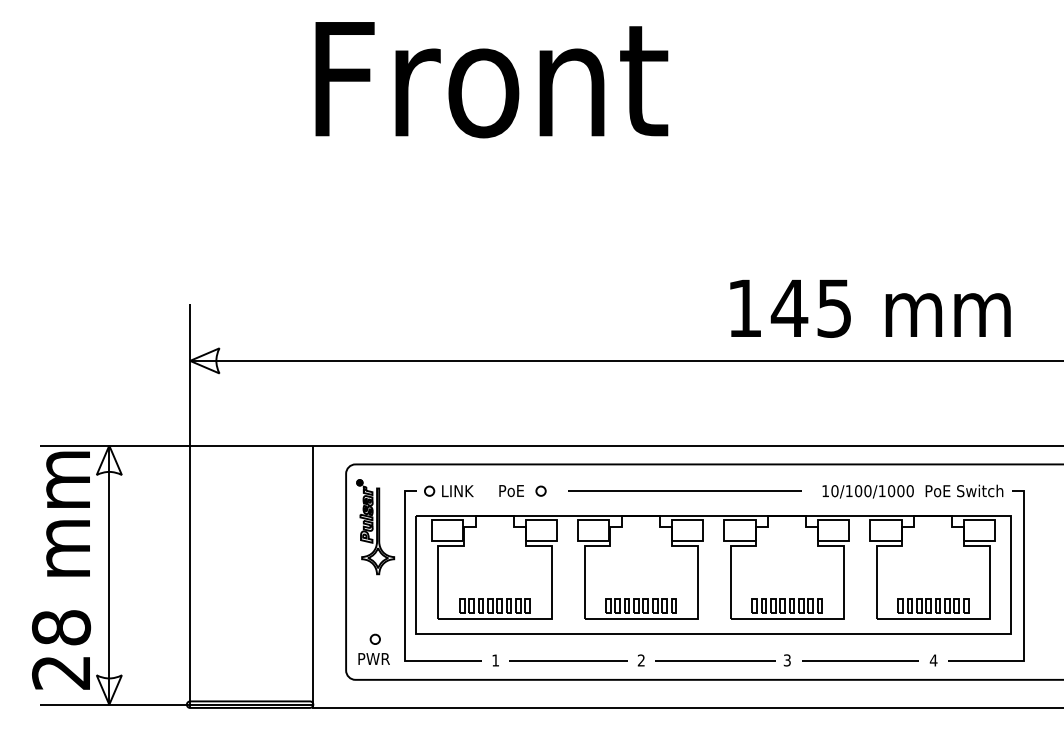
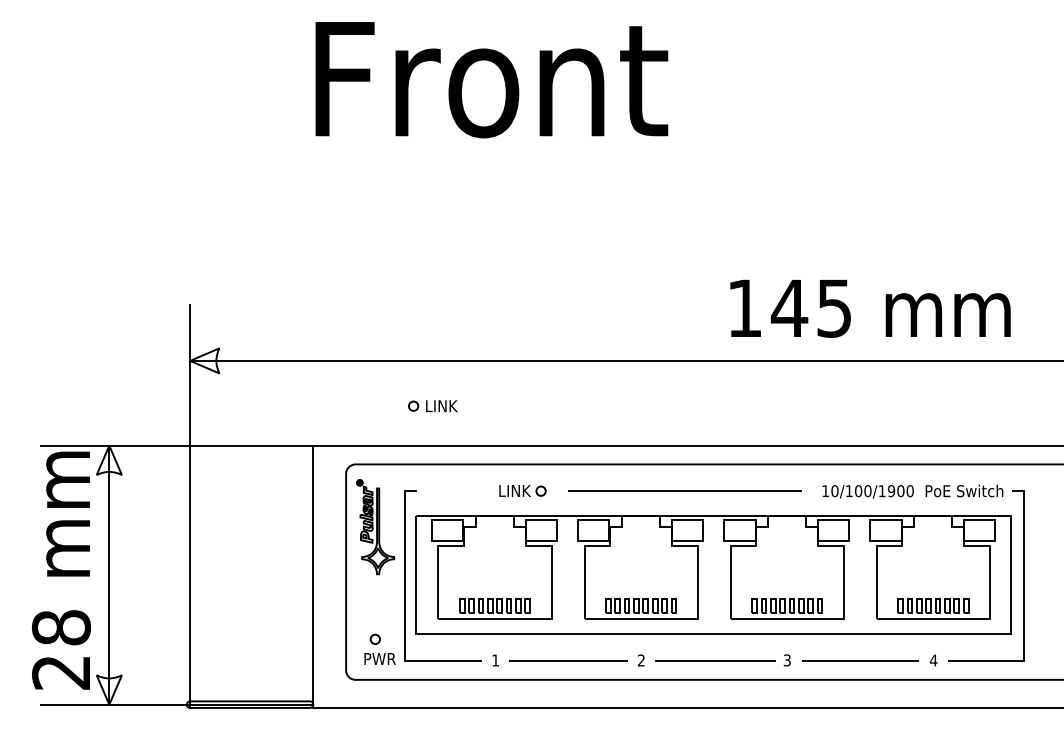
part at (448, 491) position: (448, 491) -> (432, 406)
text at (515, 491): PoE -> LINK
text at (890, 491): 10/100/1000 -> 10/100/1900
text at (373, 658) position: (373, 658) -> (379, 658)
